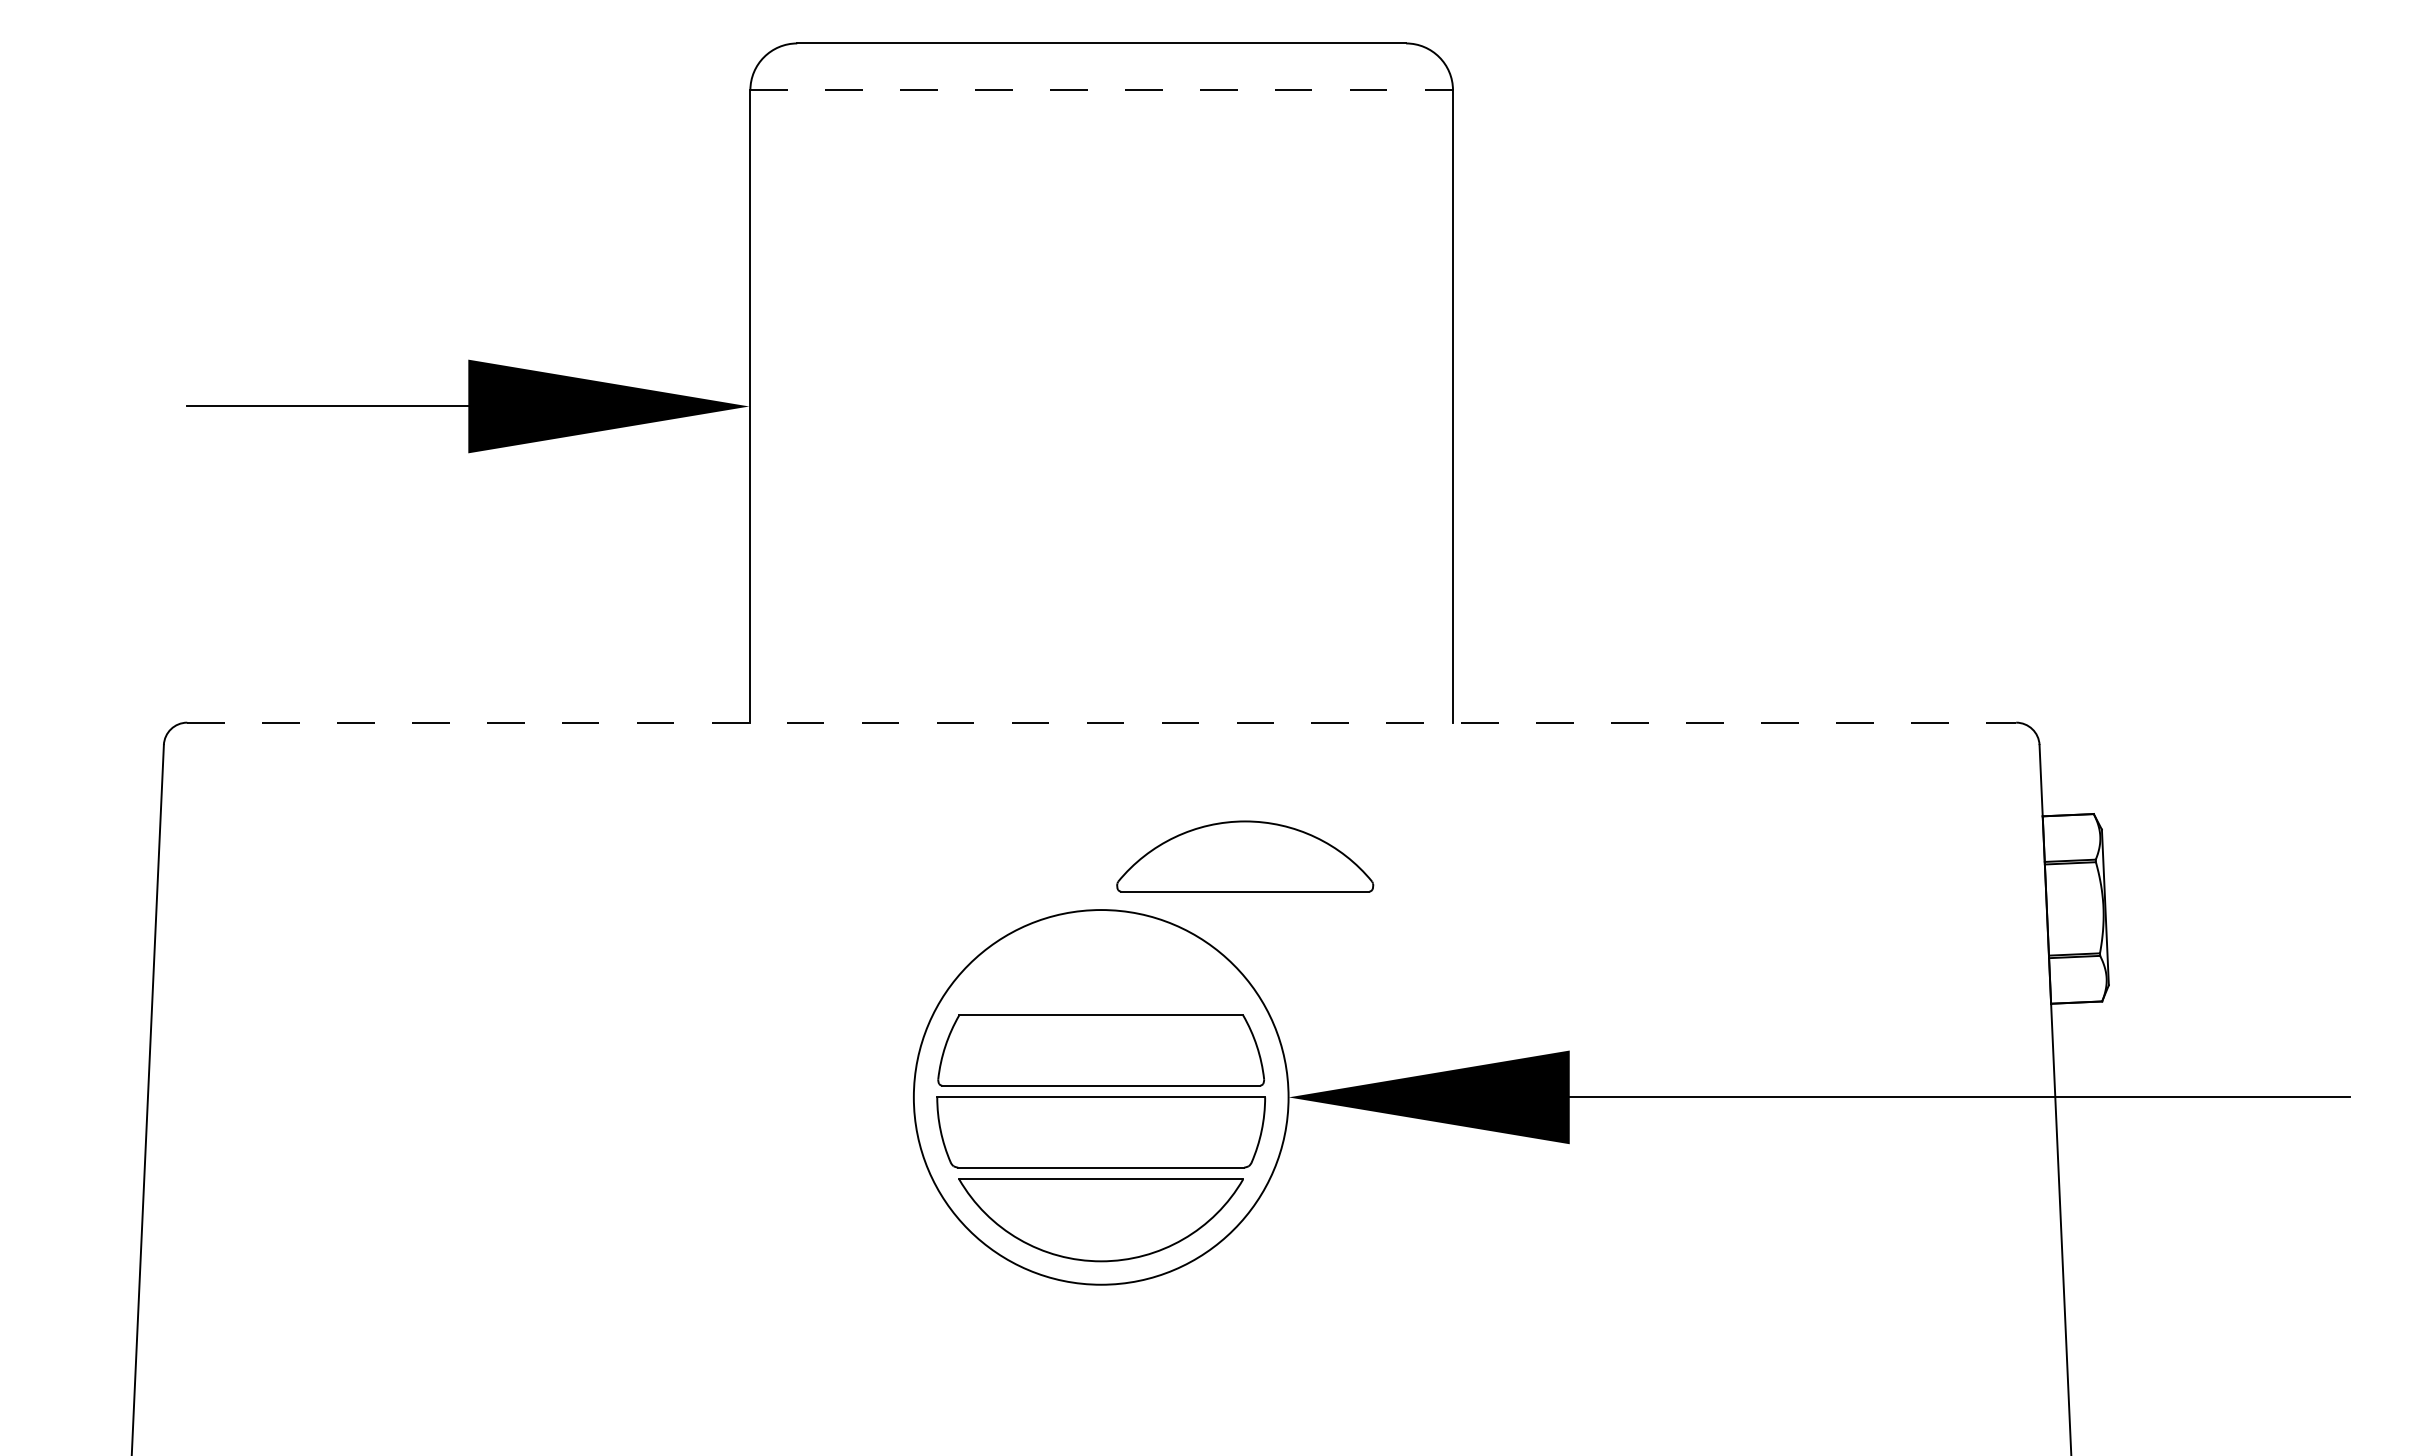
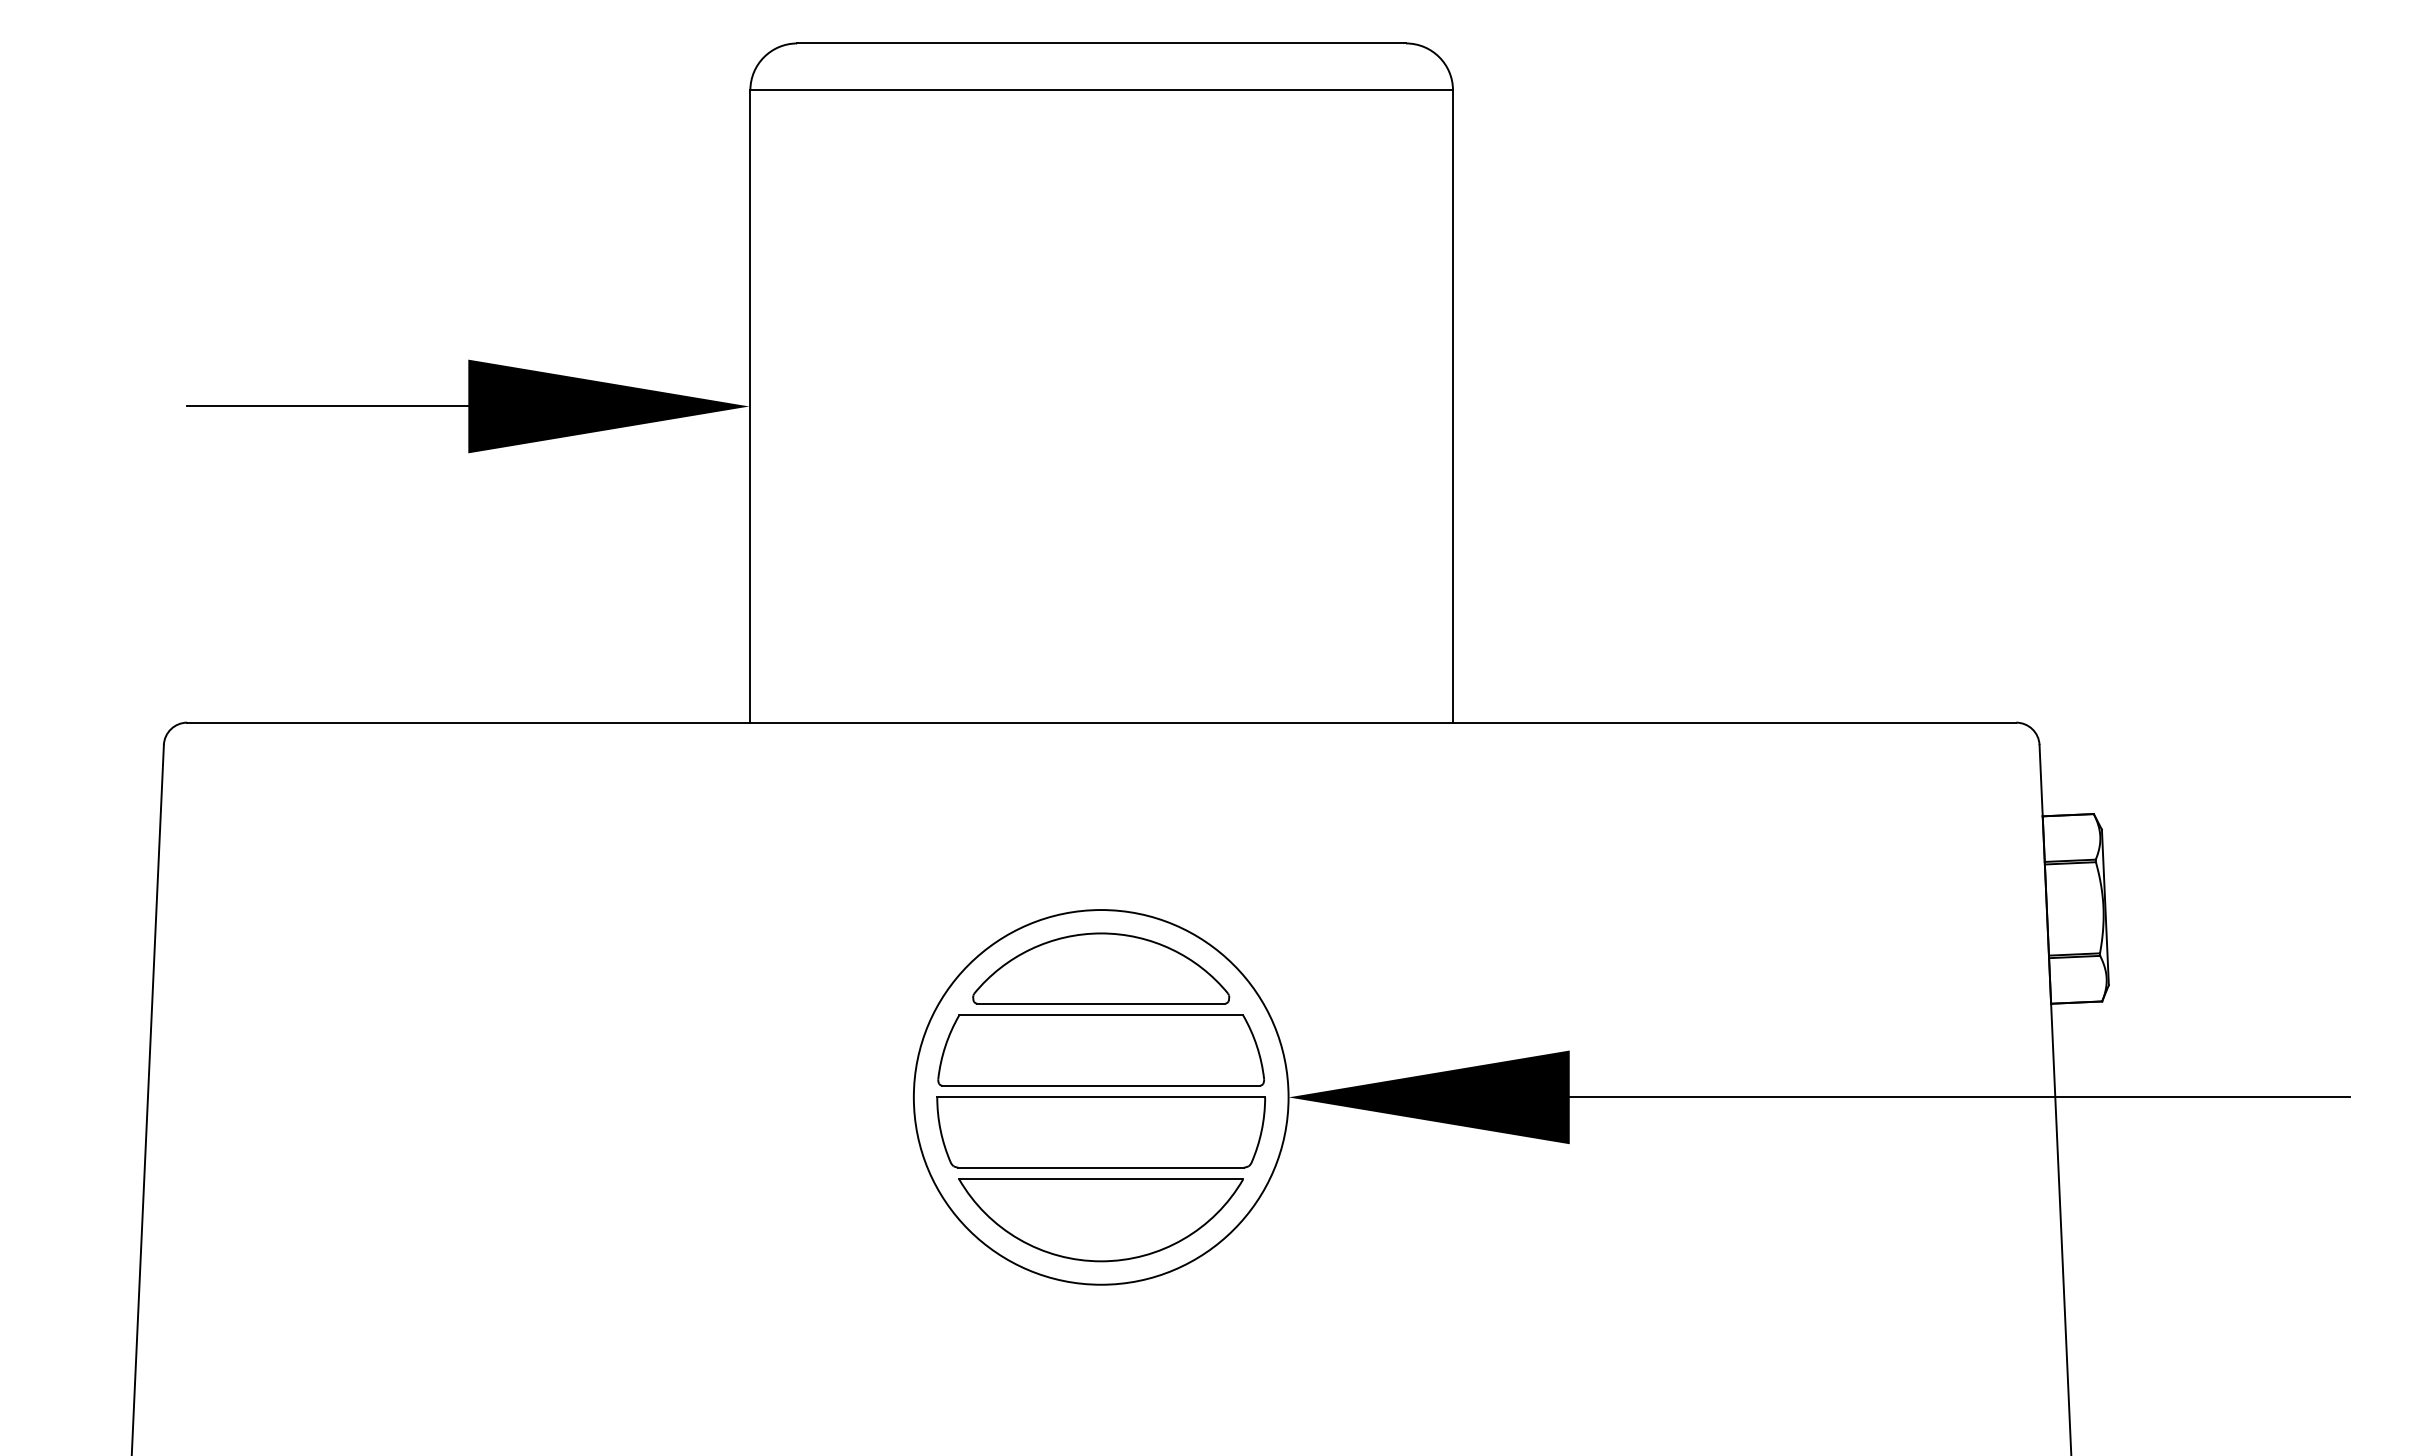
line at (1102, 90): dashed -> solid
line at (1102, 722): dashed -> solid
part at (1245, 856) position: (1245, 856) -> (1101, 968)
